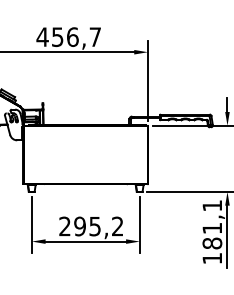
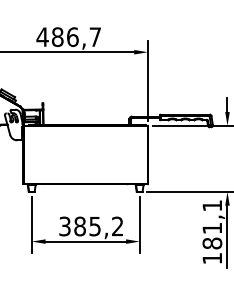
text at (57, 36): 456,7 -> 486,7
text at (72, 226): 295,2 -> 385,2
